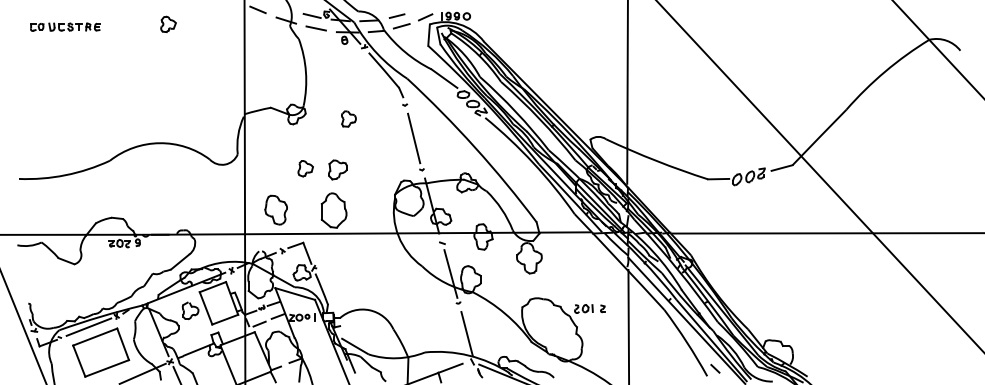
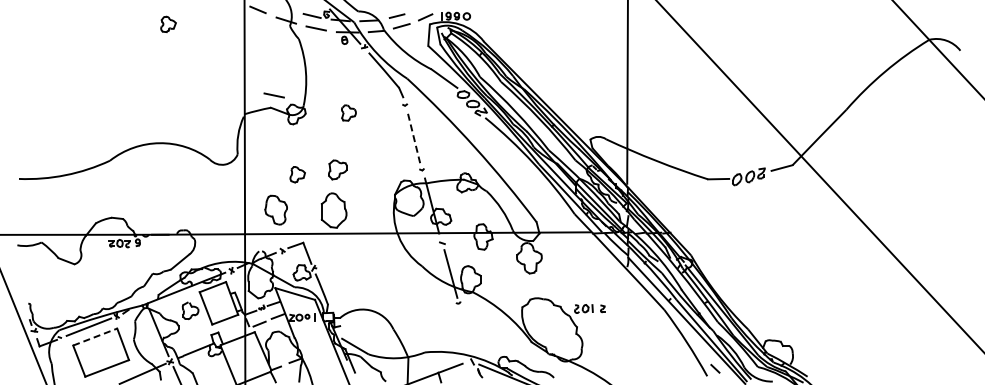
part at (65, 26): present -> none
line at (273, 95): none -> present
part at (348, 118) position: (348, 118) -> (348, 112)
line at (414, 138): solid -> dashed
part at (305, 168) position: (305, 168) -> (297, 174)
line at (826, 233): present -> none
line at (628, 325): present -> none
line at (466, 333): present -> none
line at (95, 337): solid -> dashed
